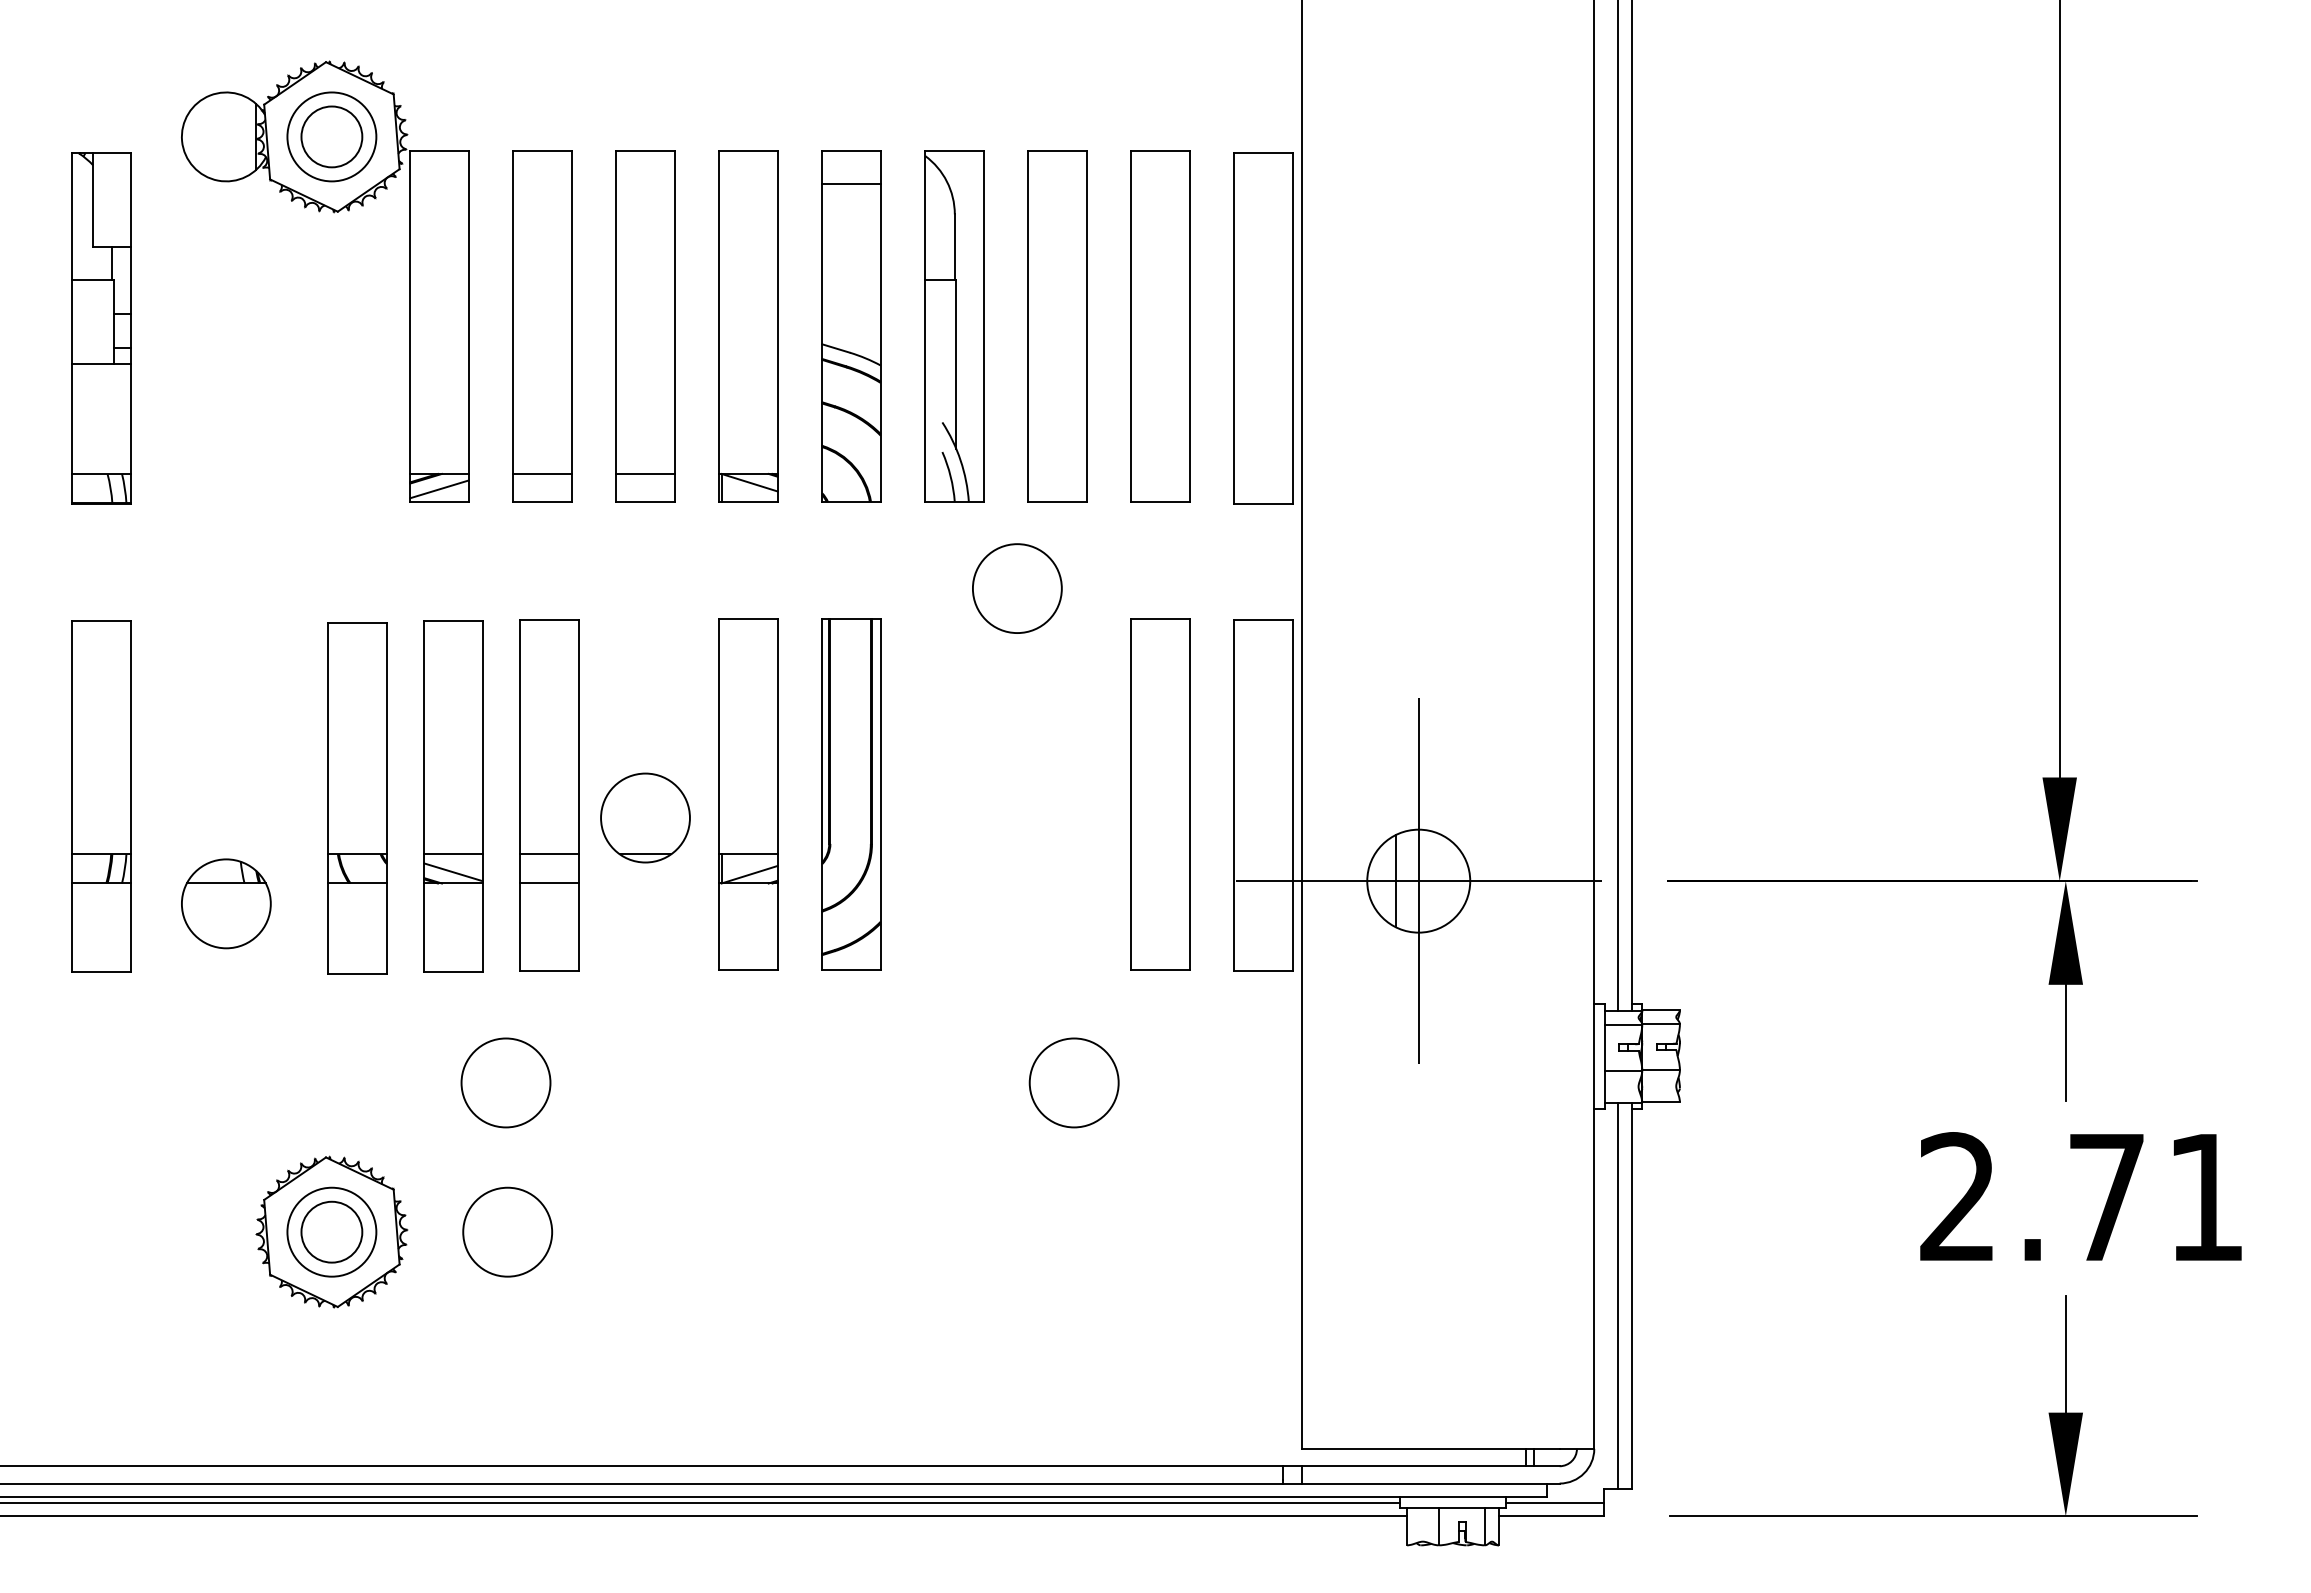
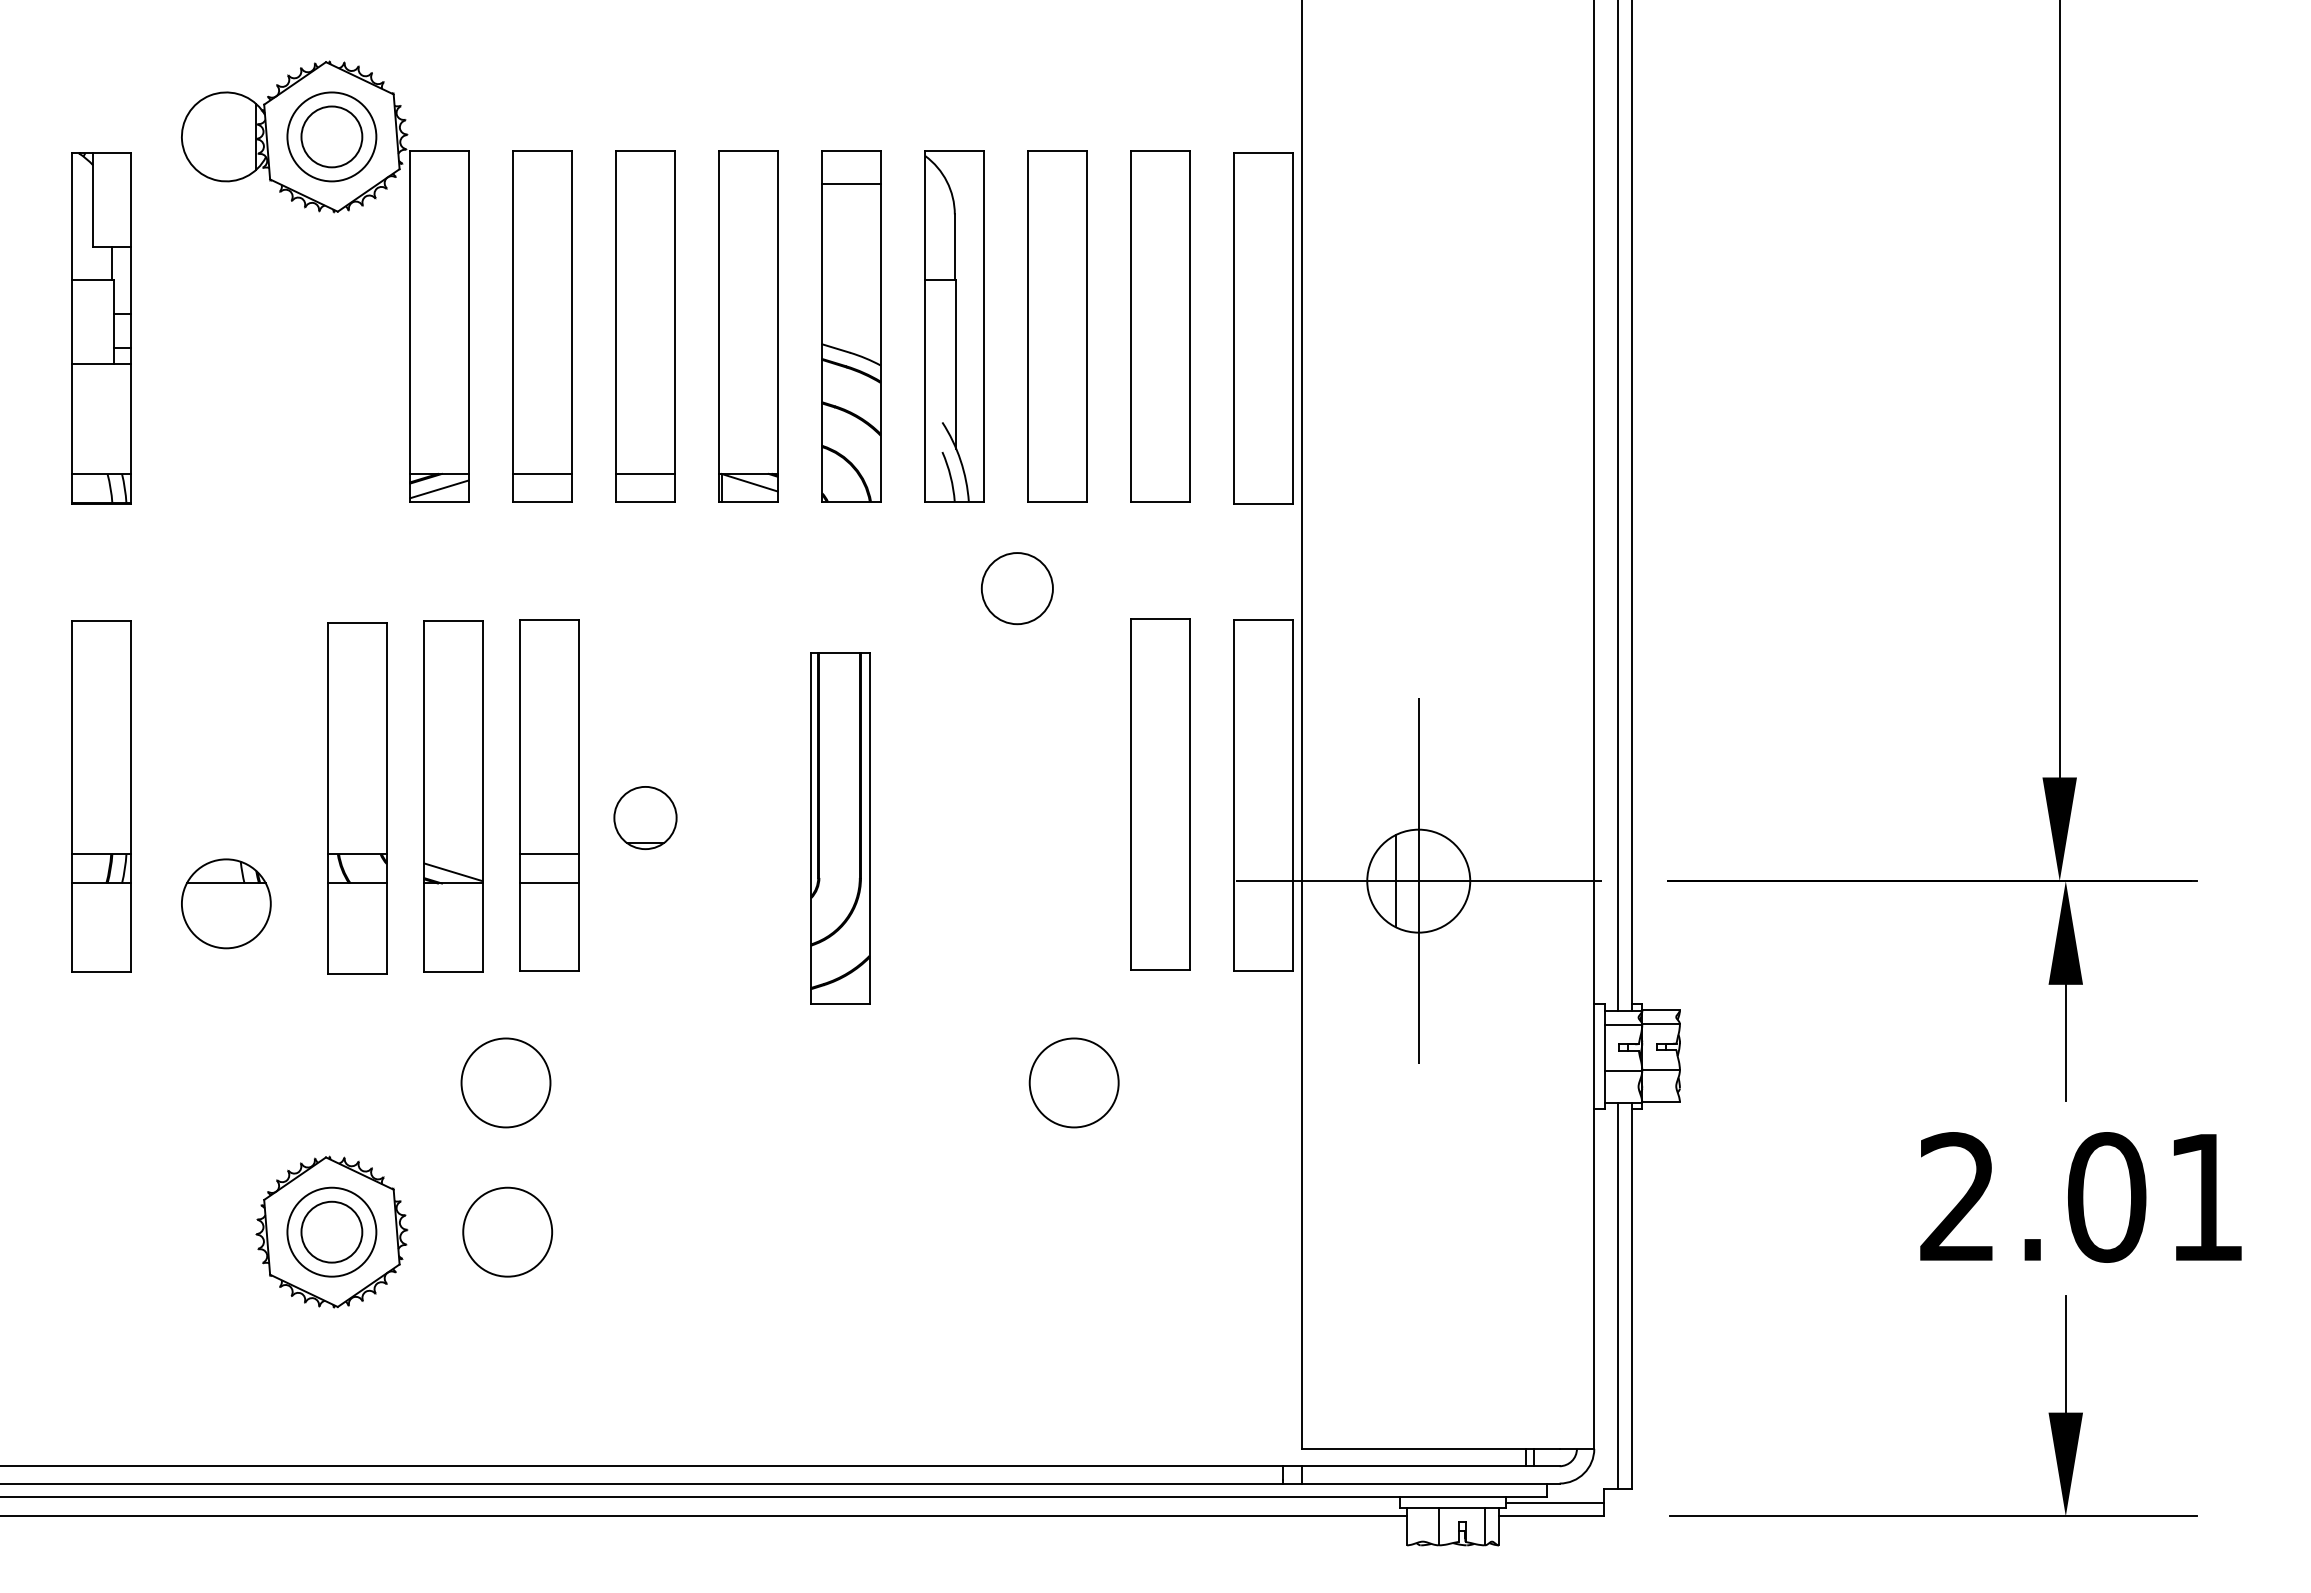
circle at (1016, 588) diameter: 89 px -> 71 px
part at (748, 794): present -> none
part at (851, 794) position: (851, 794) -> (840, 828)
part at (645, 817) size: 91x92 px -> 65x64 px
line at (453, 854): present -> none
text at (2106, 1197): 2.71 -> 2.01
line at (701, 1502): present -> none
